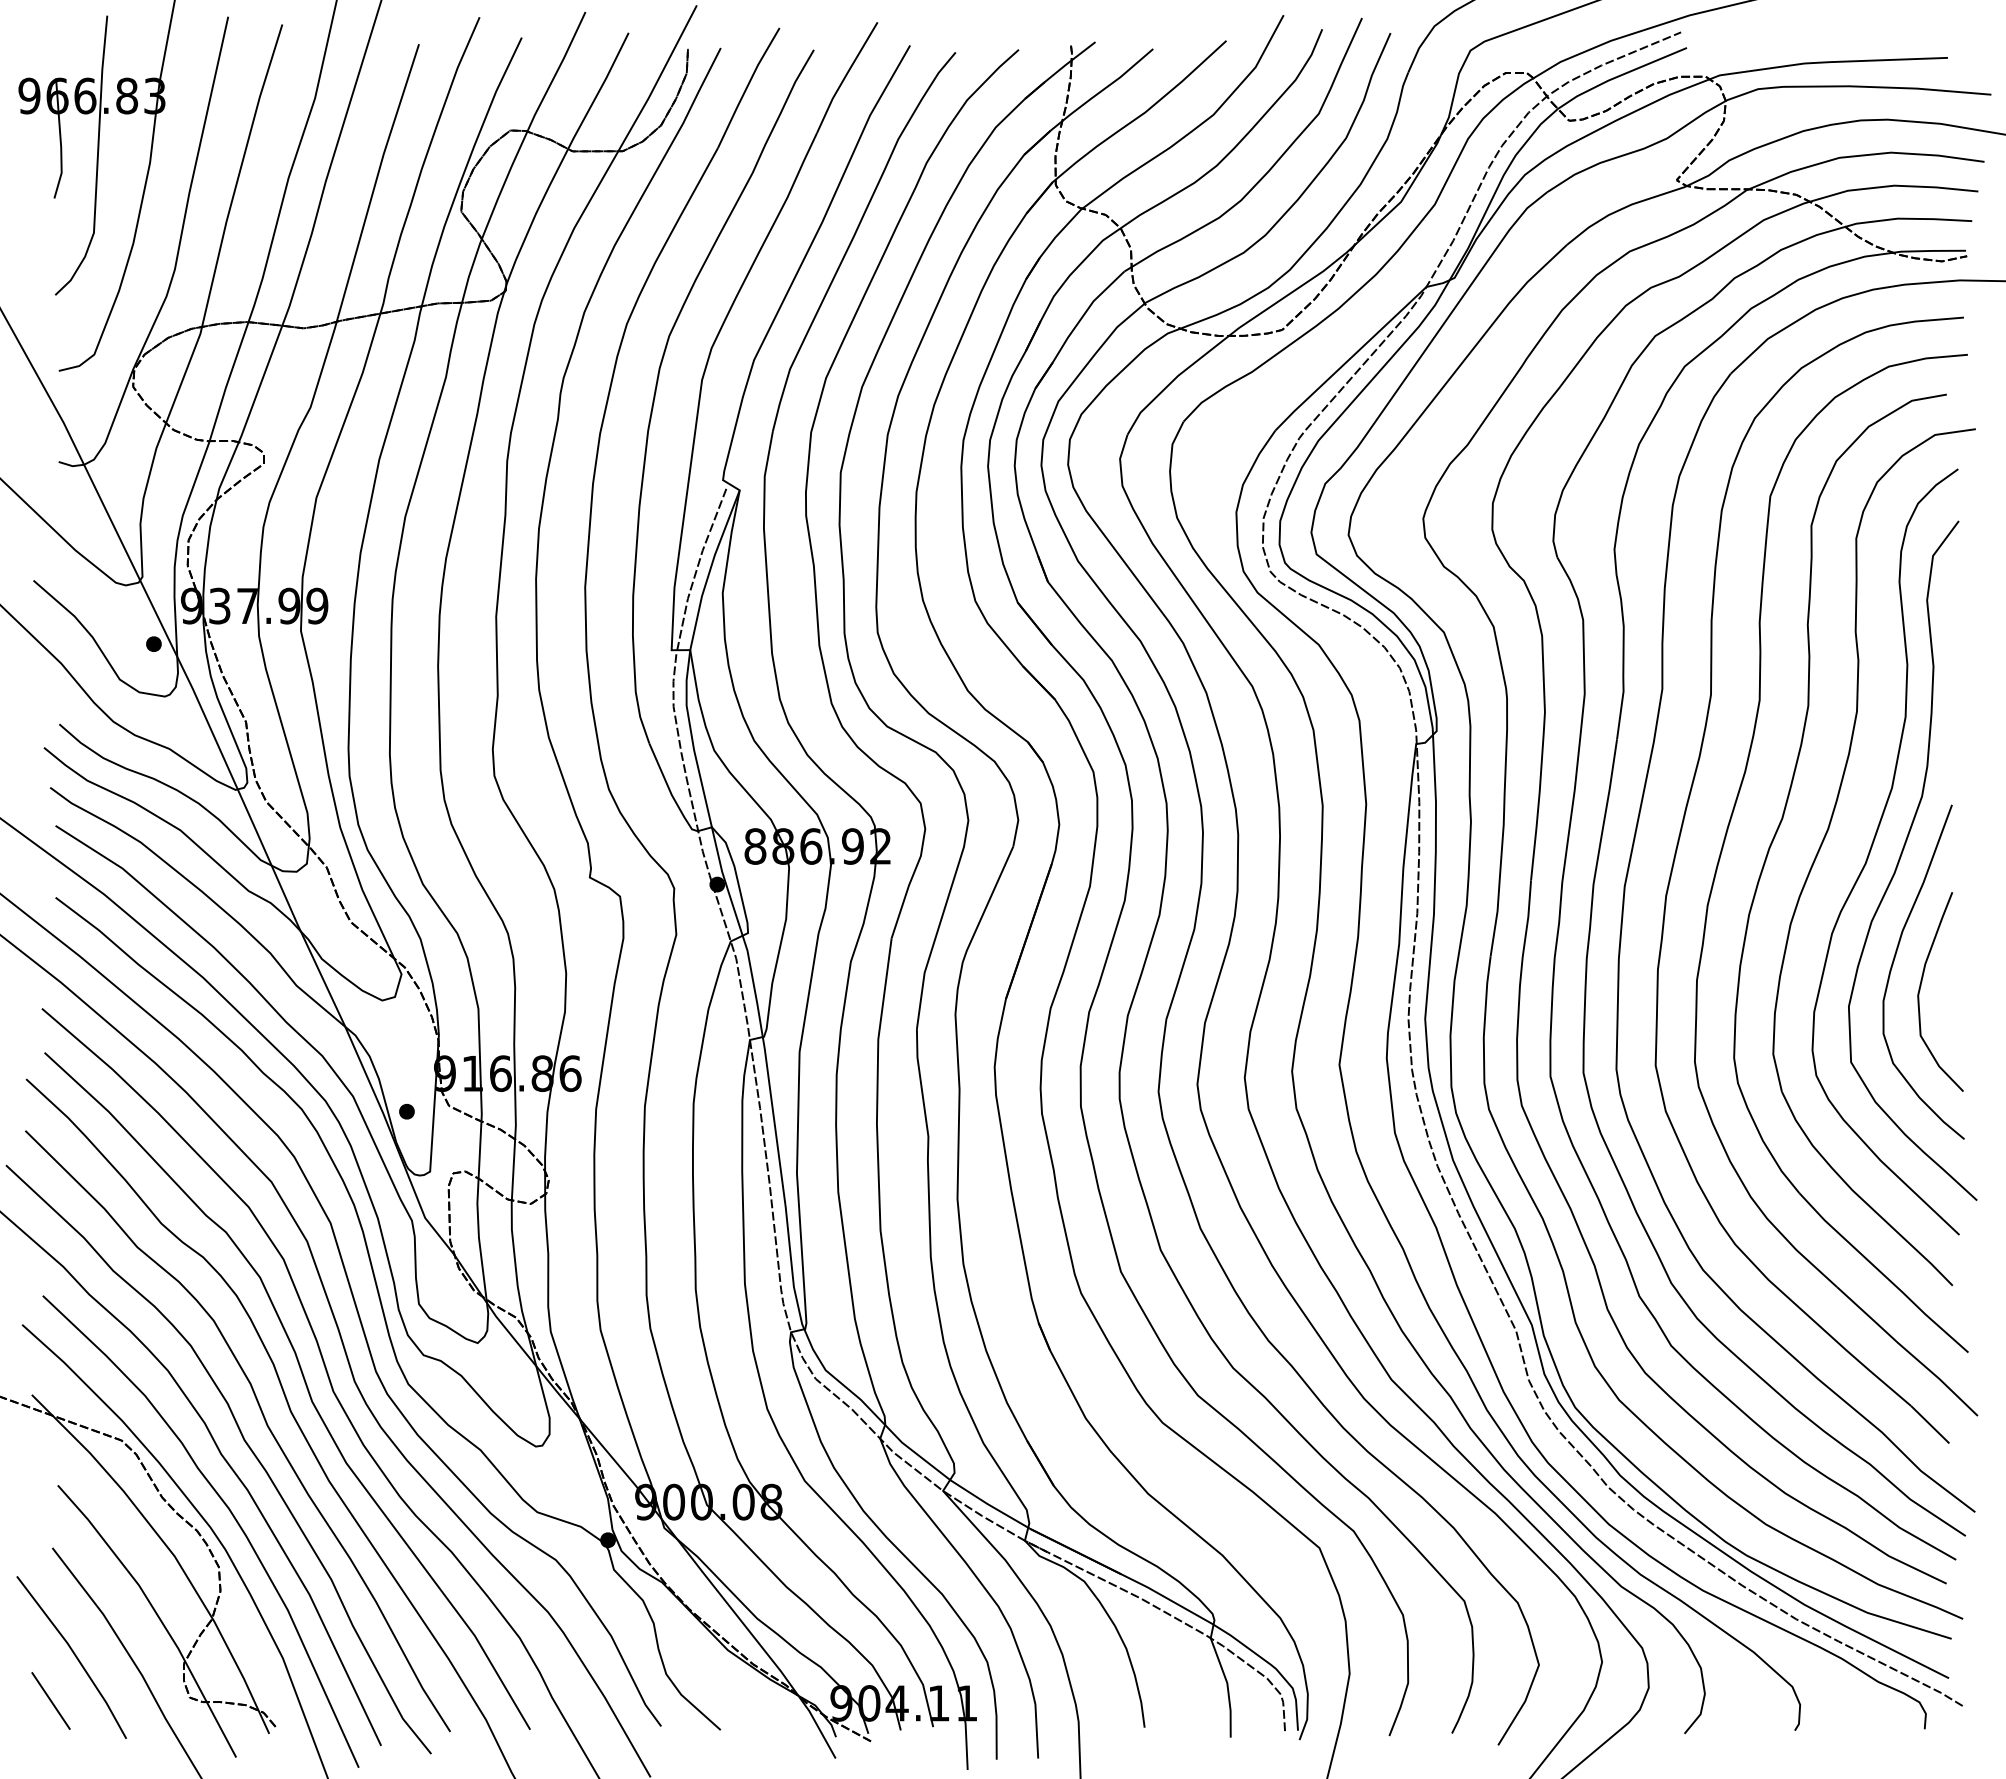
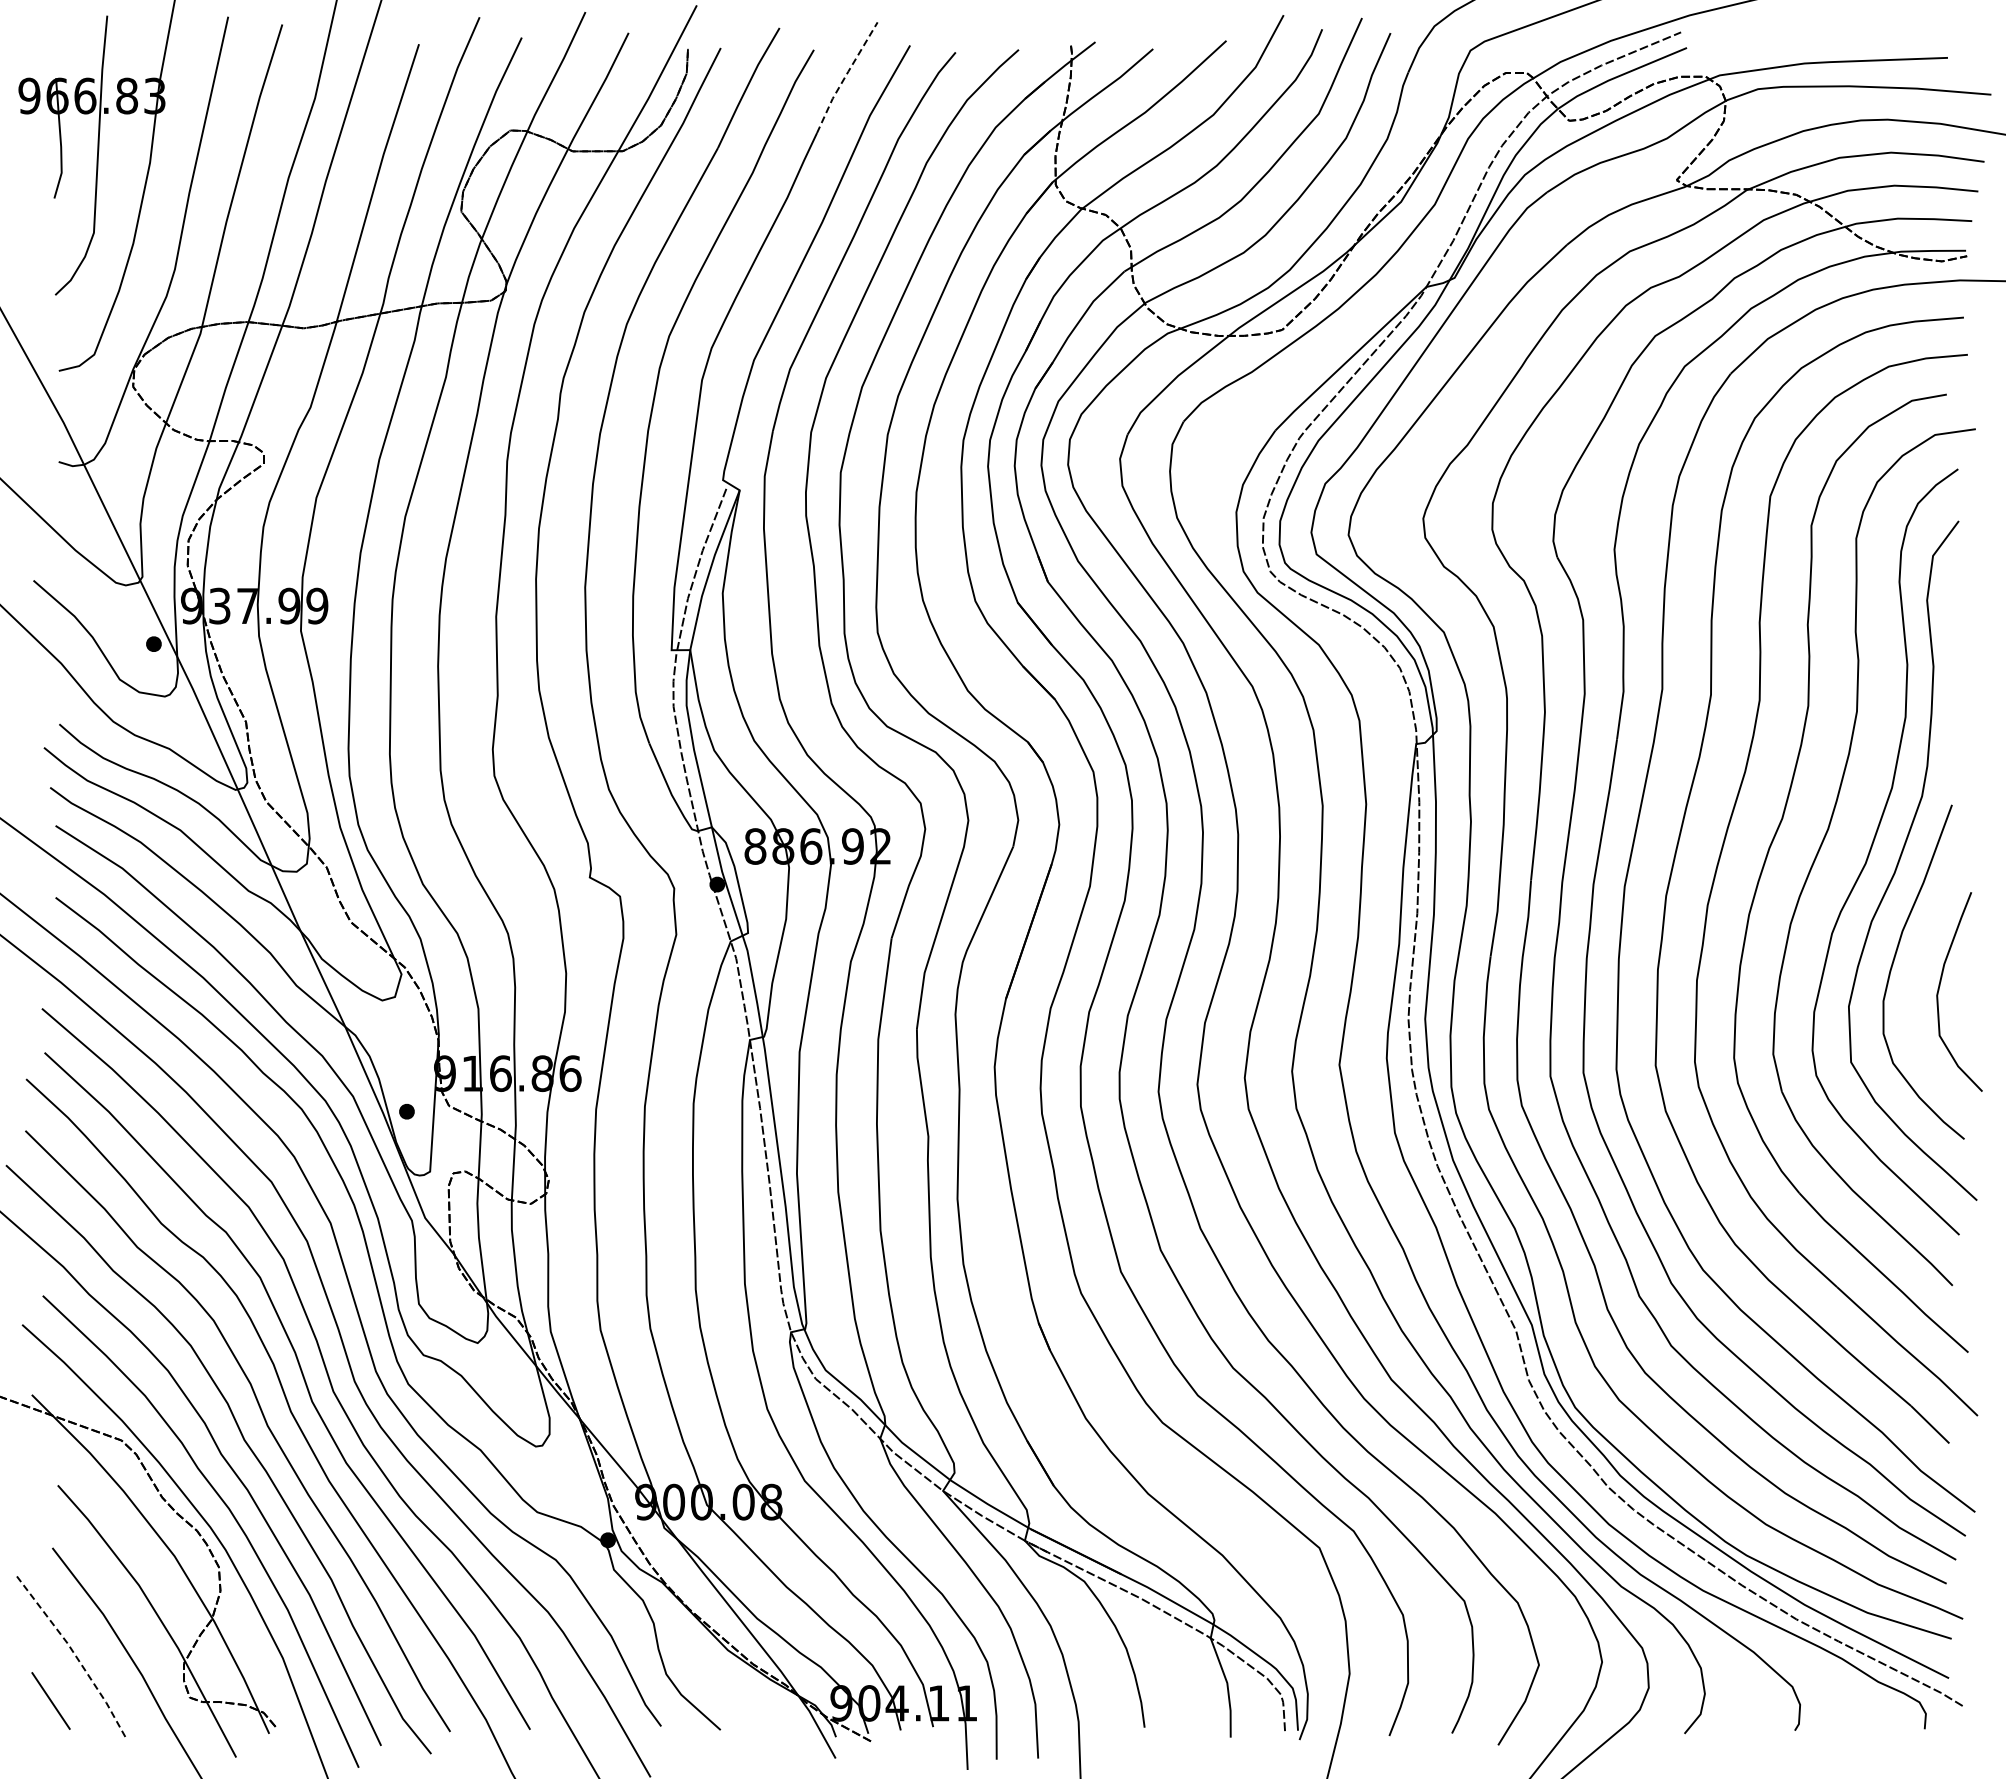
line at (845, 76): solid -> dashed
curve at (1921, 986) position: (1921, 986) -> (1940, 986)
line at (75, 1655): solid -> dashed
